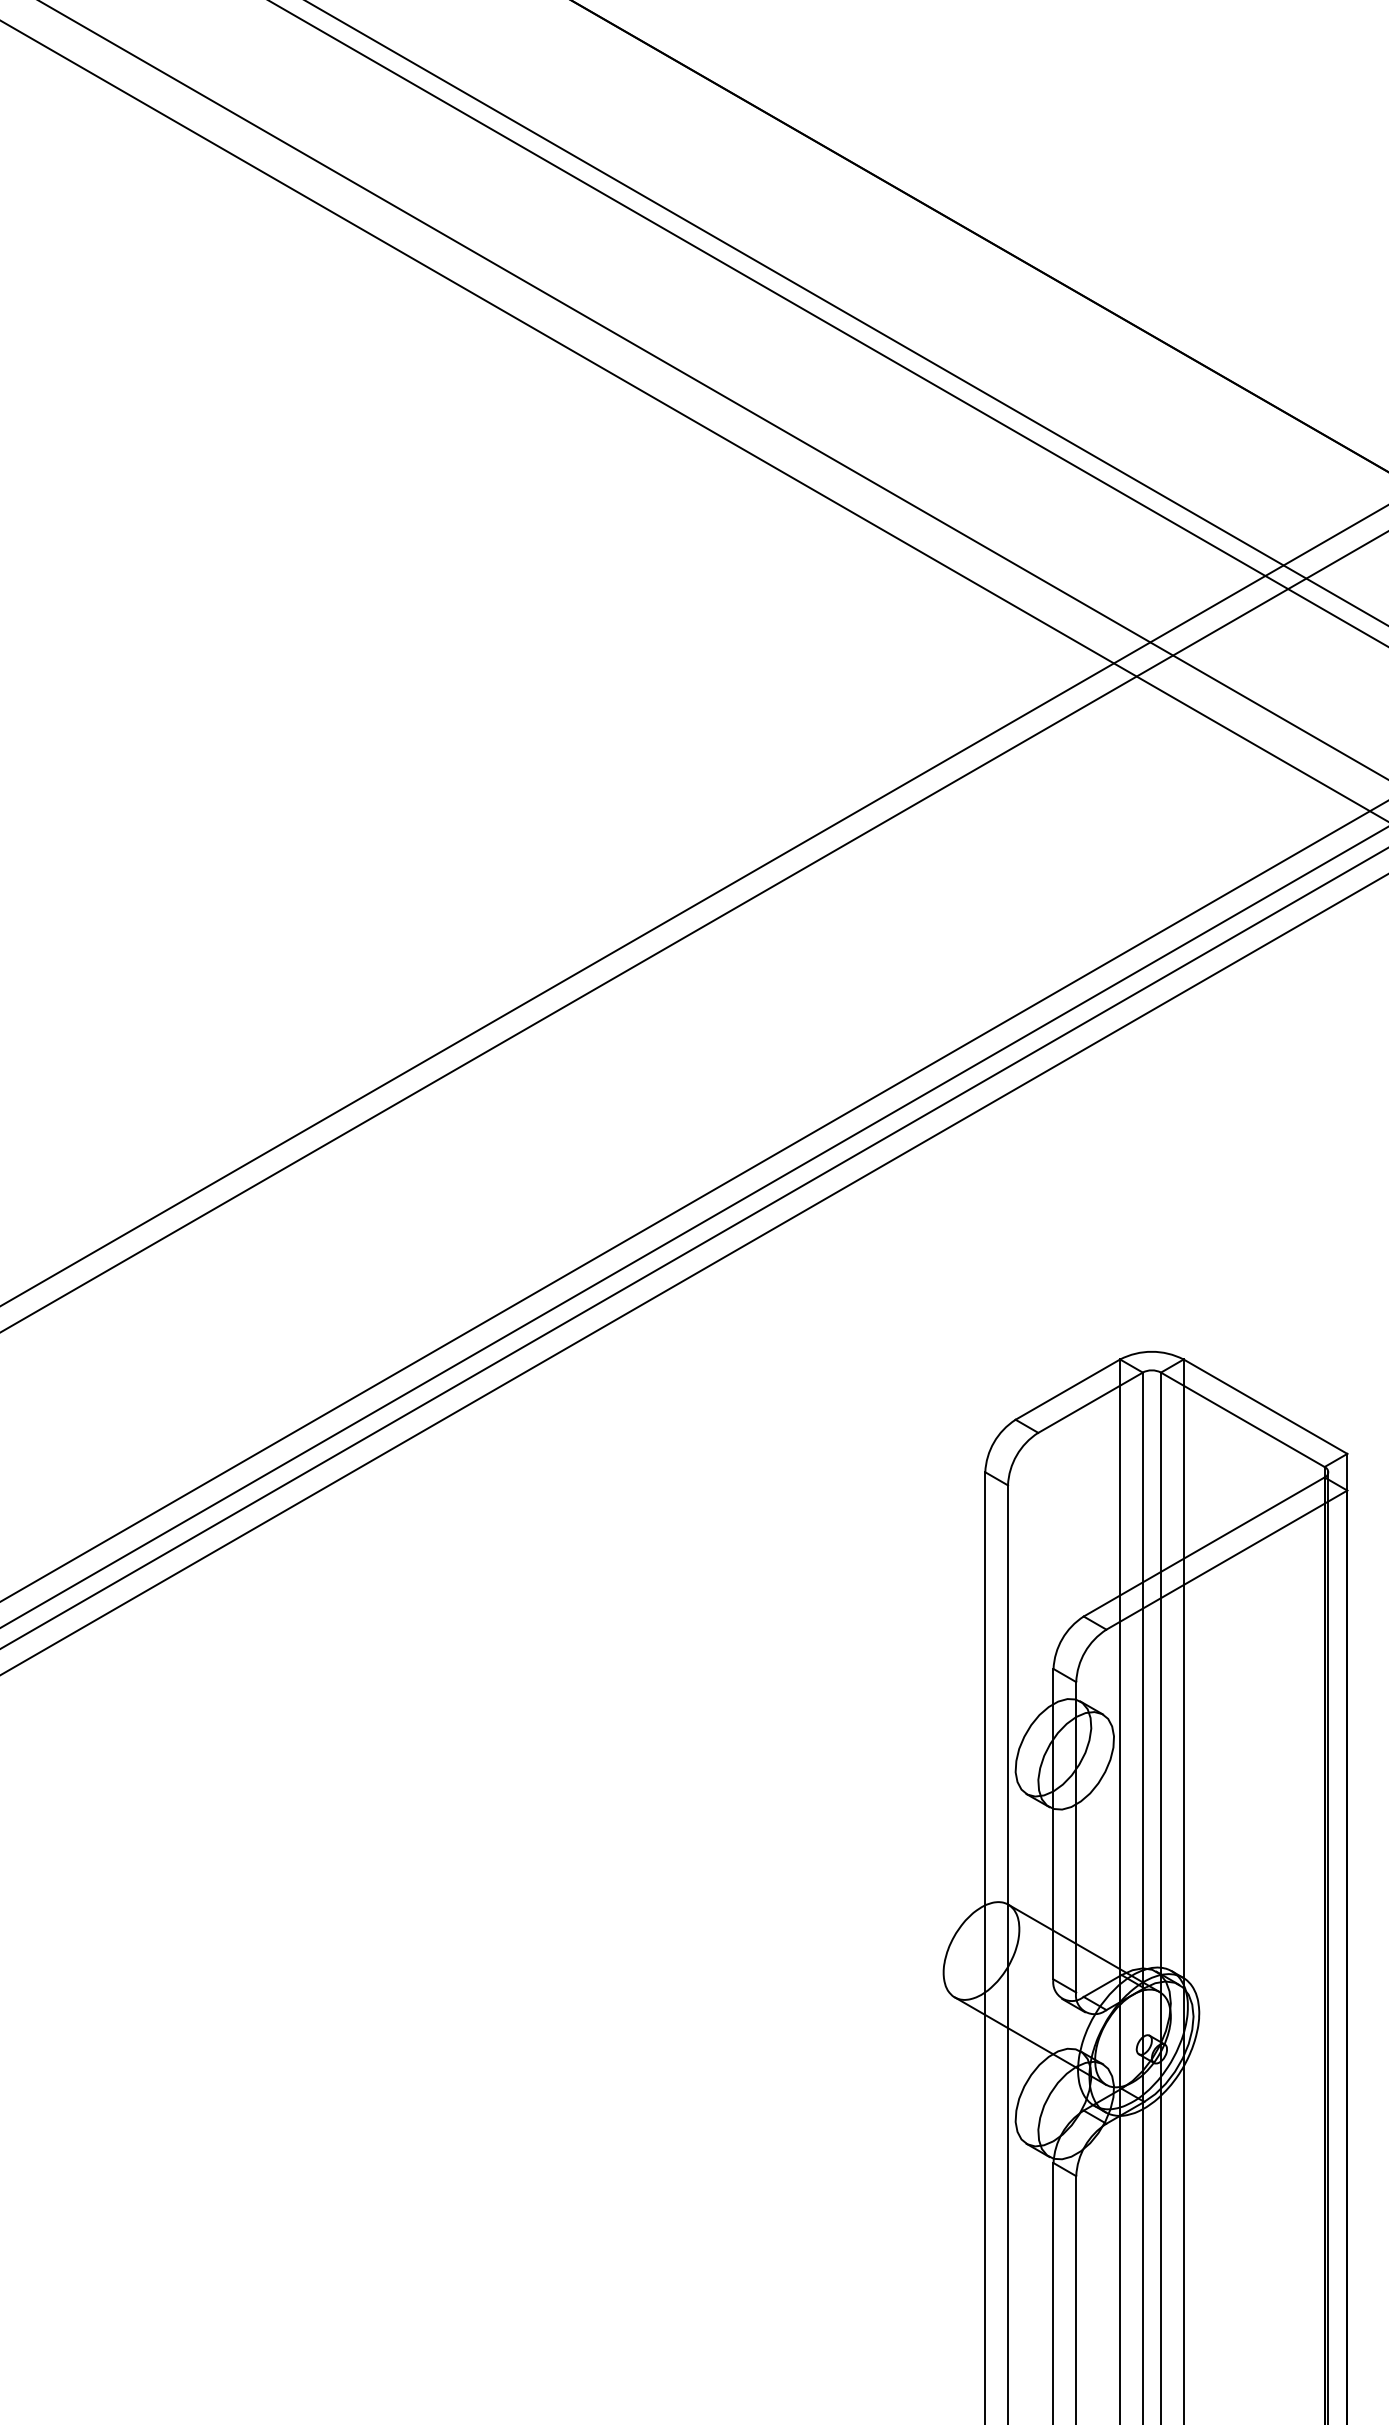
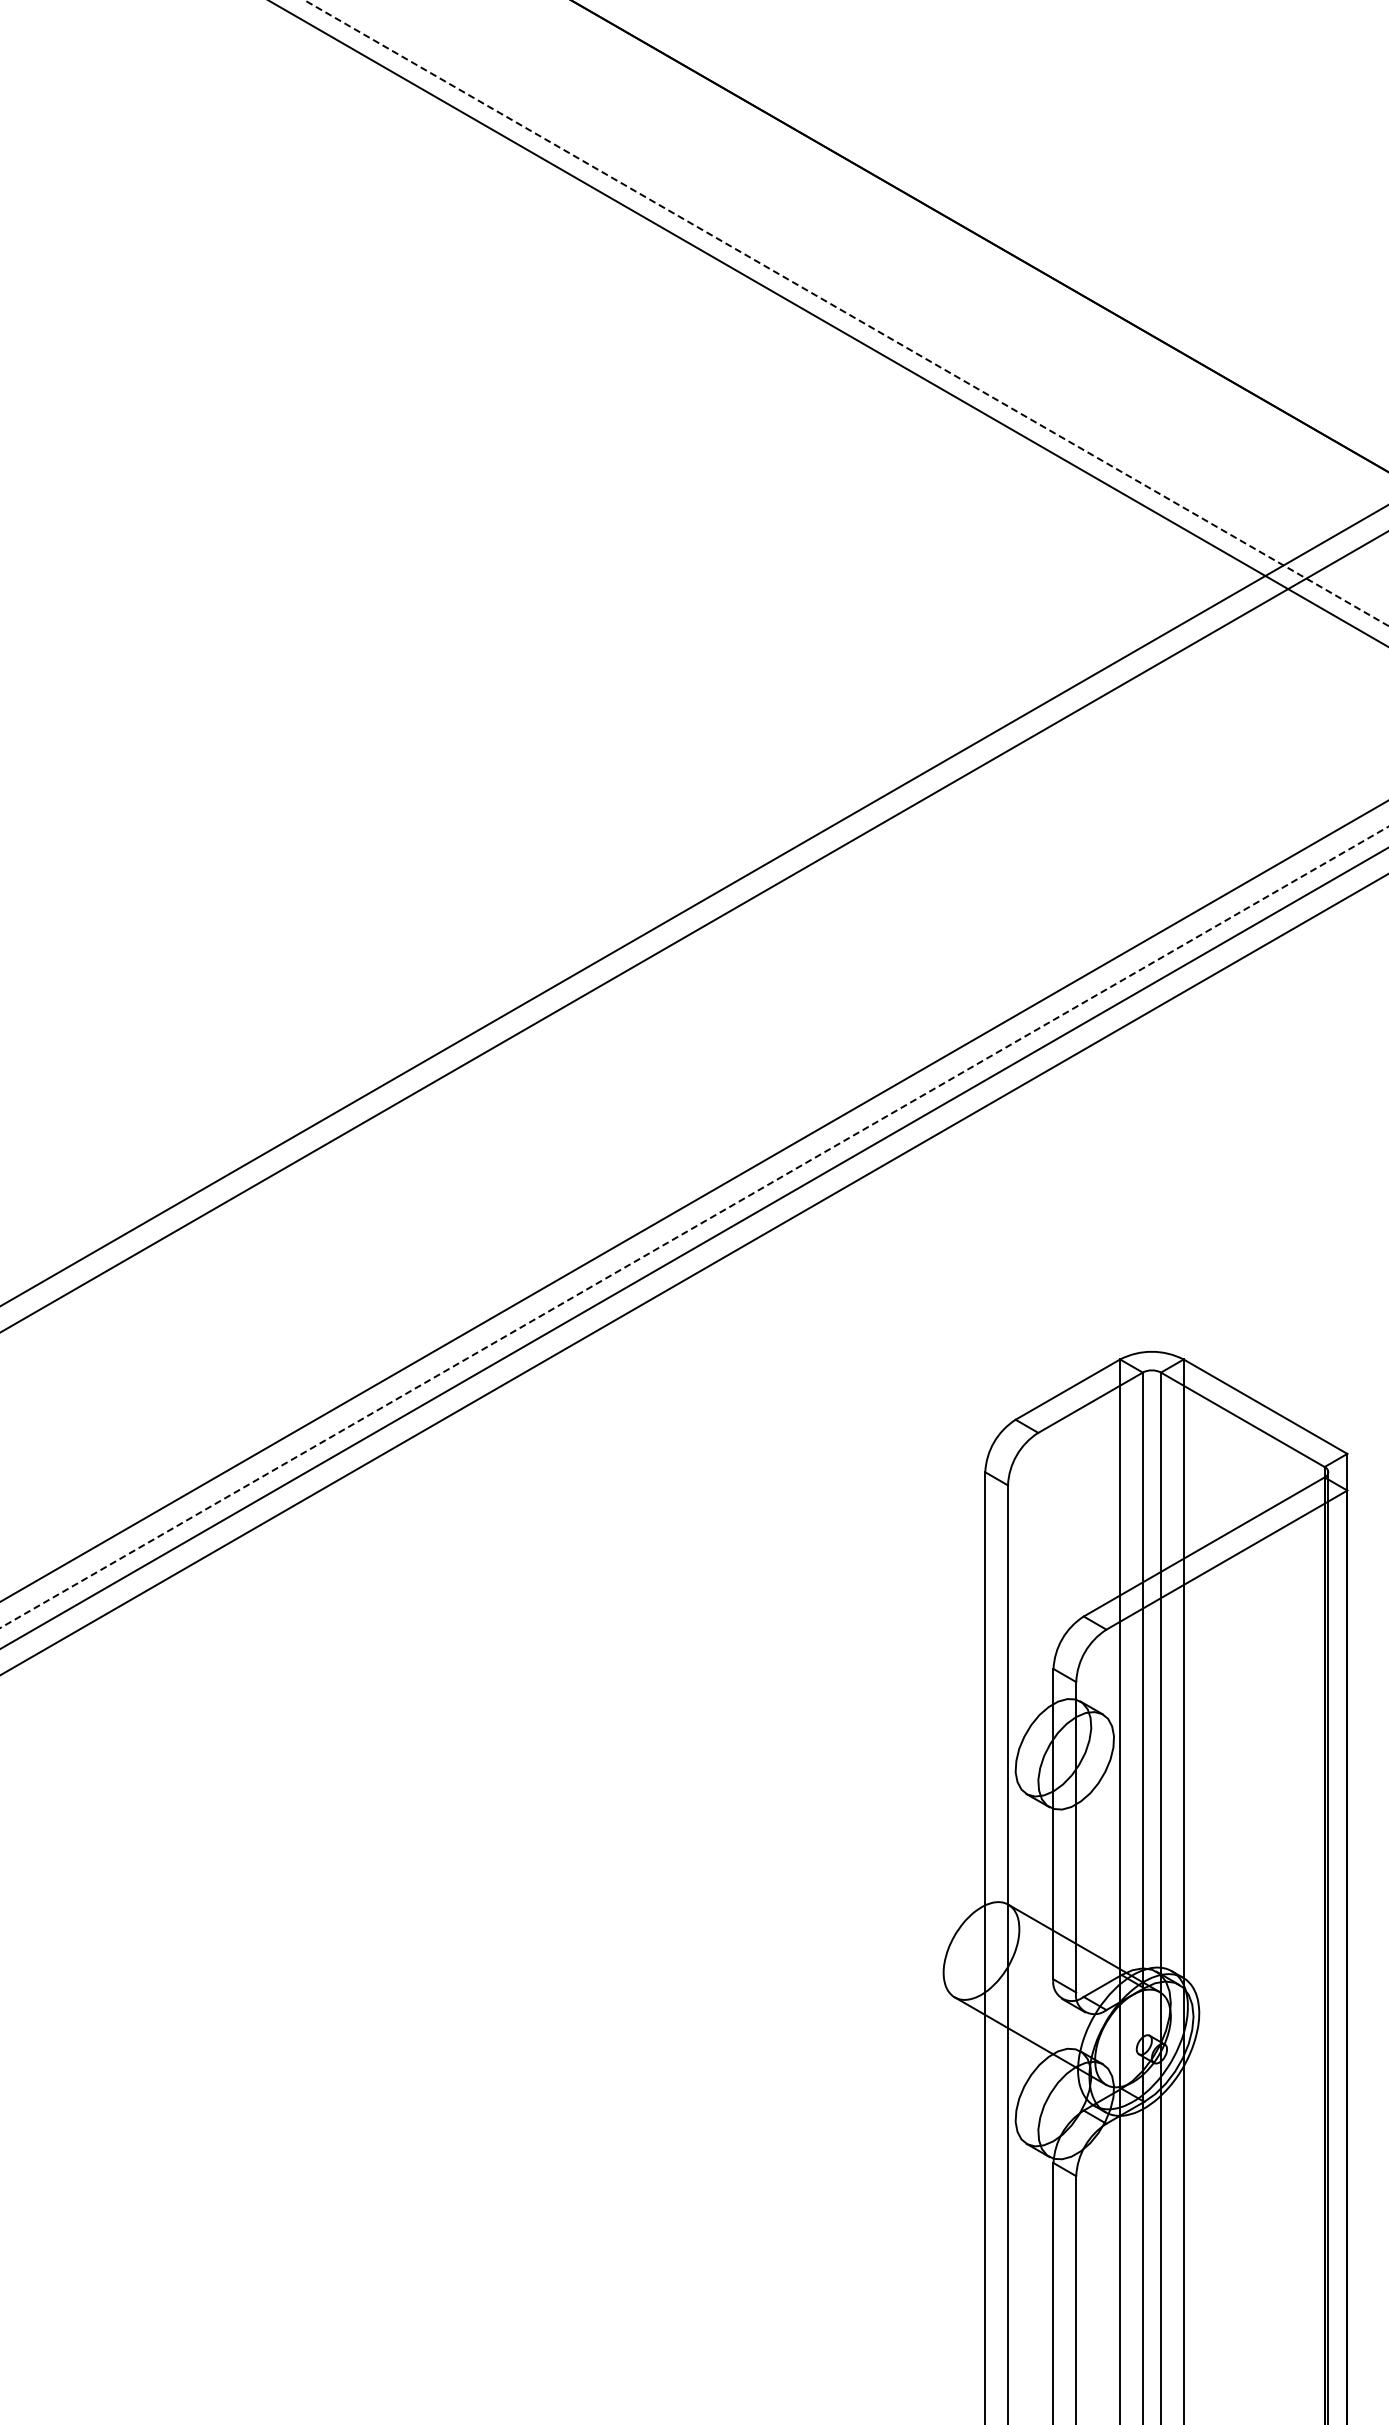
line at (846, 312): solid -> dashed
line at (713, 390): present -> none
line at (693, 420): present -> none
line at (695, 1226): solid -> dashed
